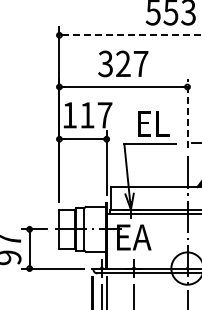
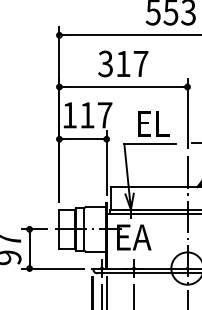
line at (132, 35): dashed -> solid
text at (123, 63): 327 -> 317
line at (187, 113): dashed -> solid
